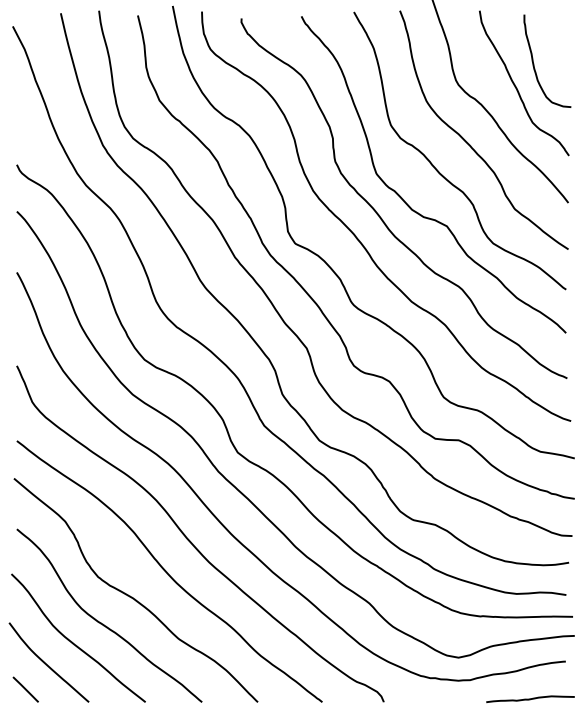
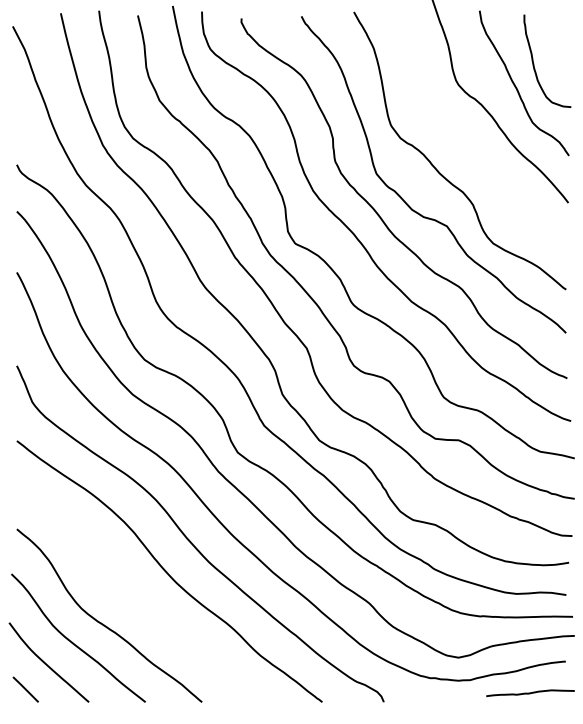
curve at (469, 143): present -> none
curve at (132, 596): present -> none
curve at (530, 698) position: (530, 698) -> (530, 692)
